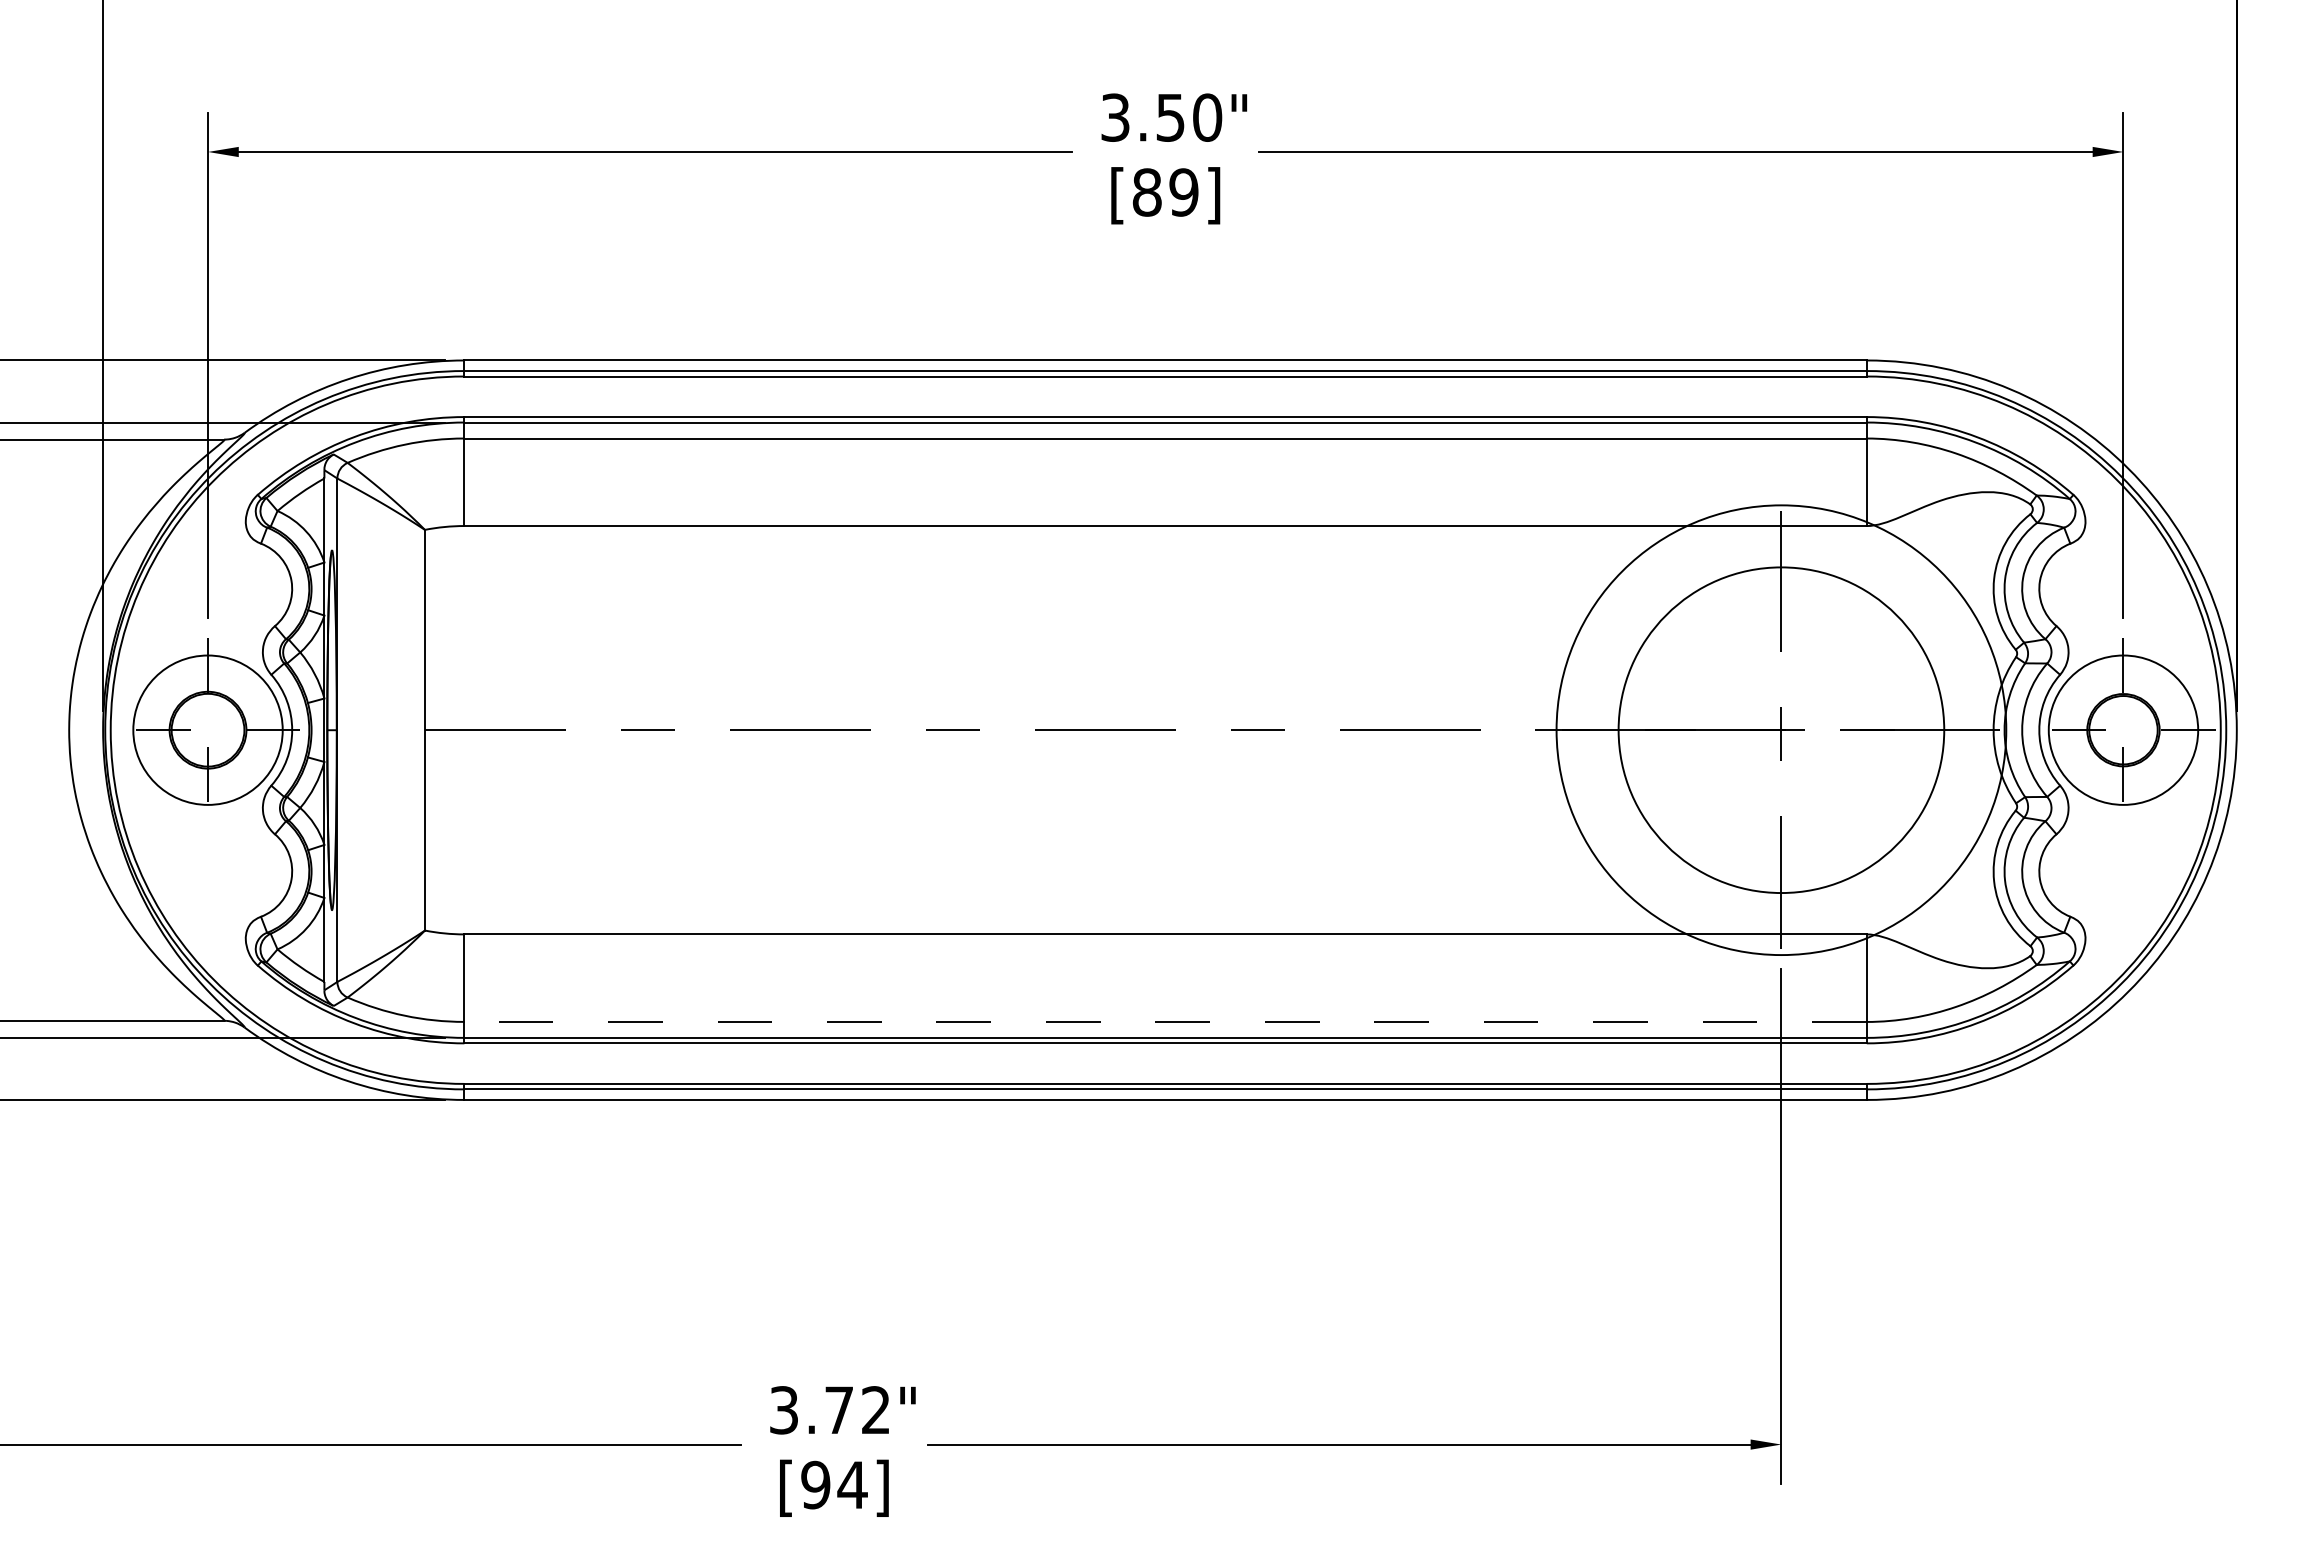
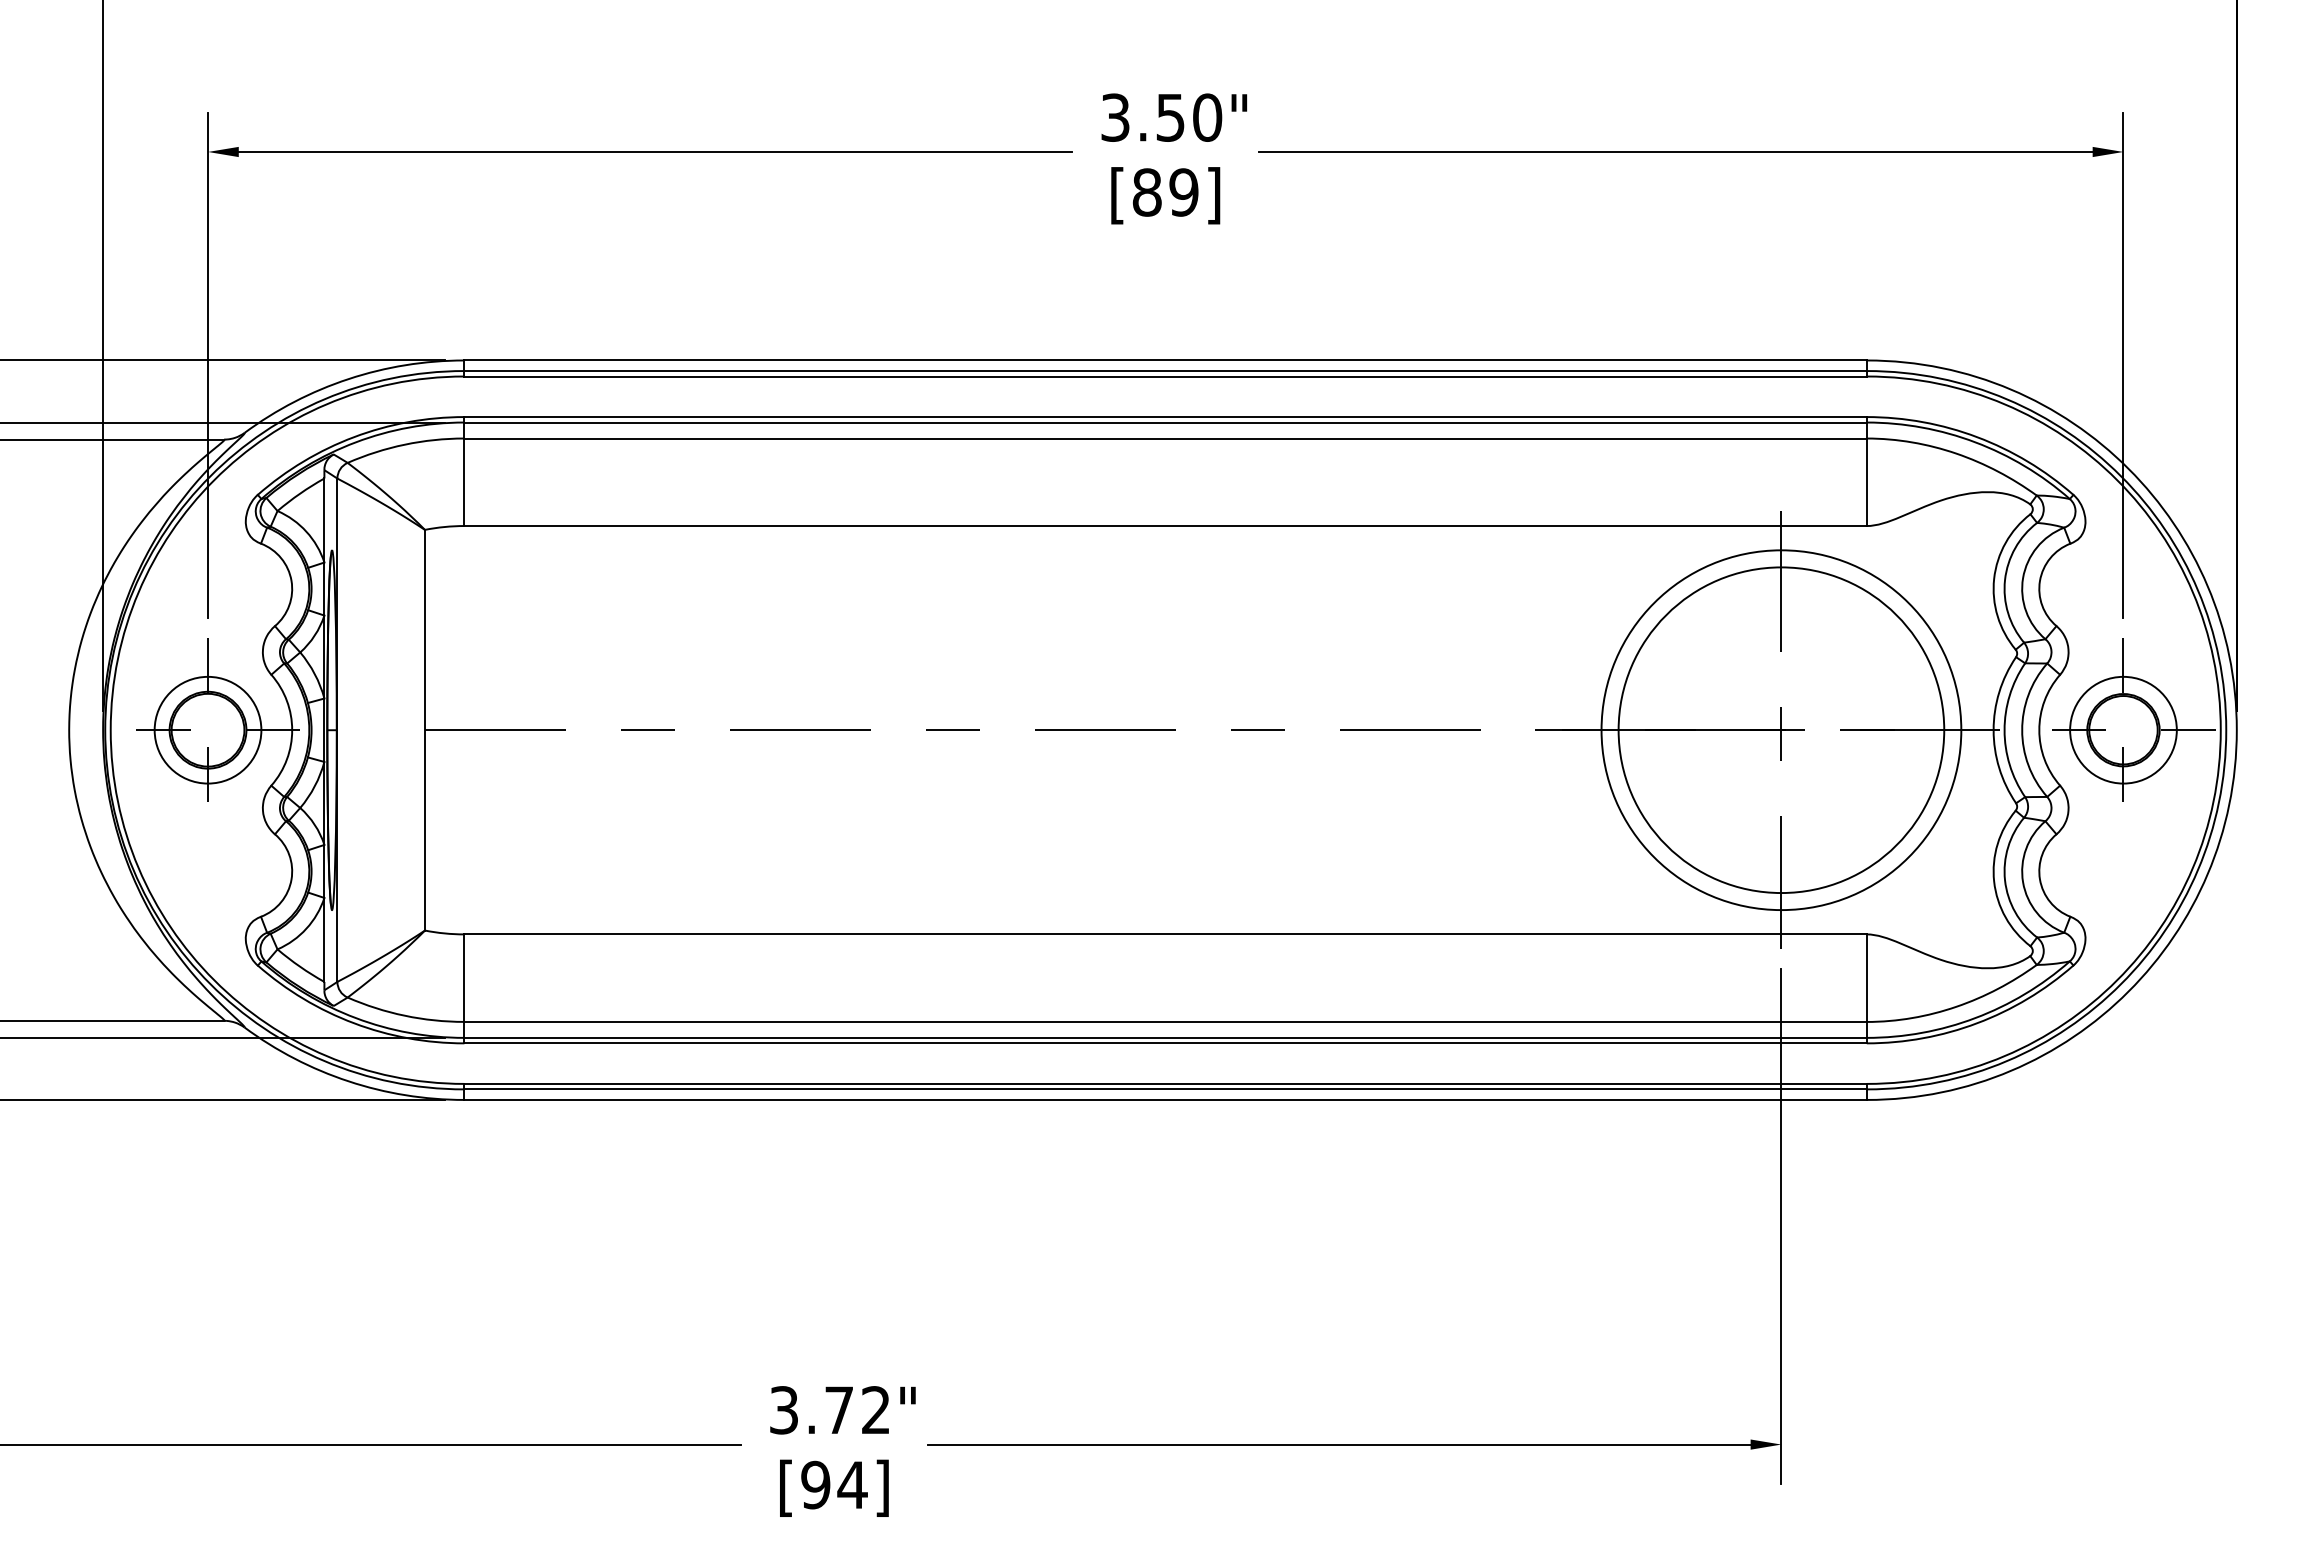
circle at (207, 729) diameter: 149 px -> 107 px
circle at (2123, 729) diameter: 149 px -> 107 px
circle at (1781, 730) diameter: 450 px -> 360 px
line at (1165, 1021): dashed -> solid
